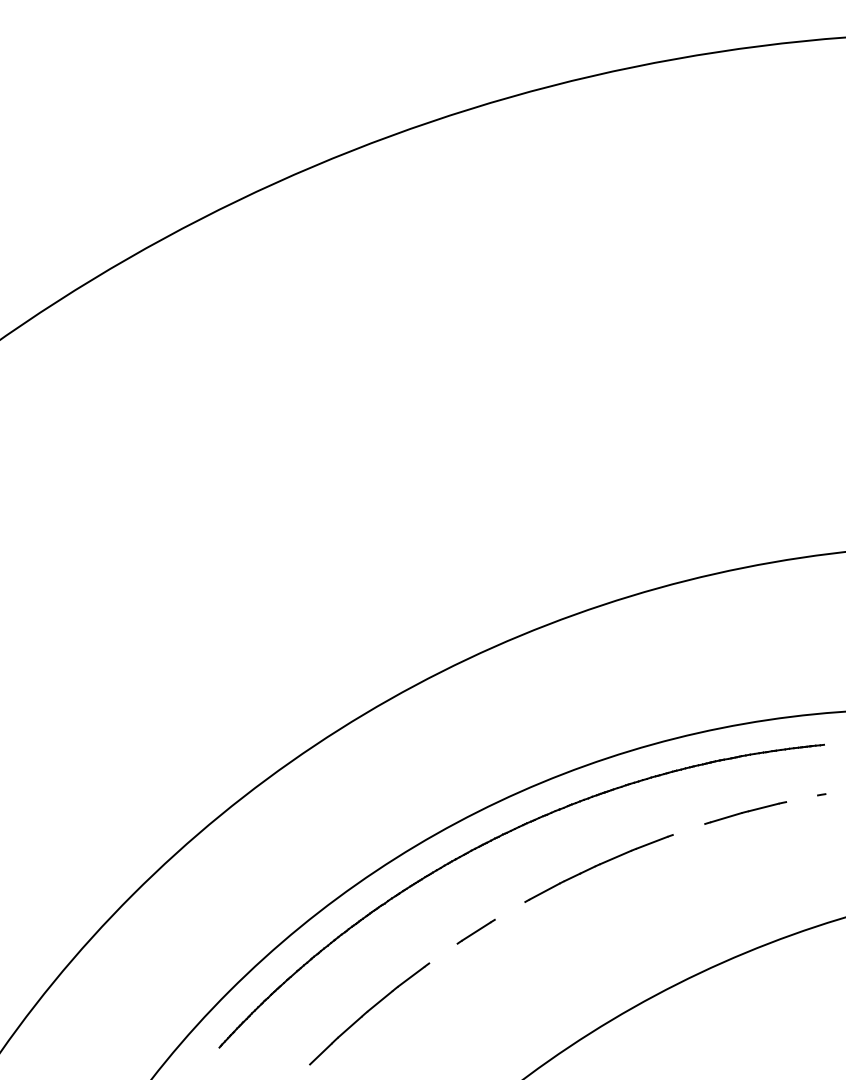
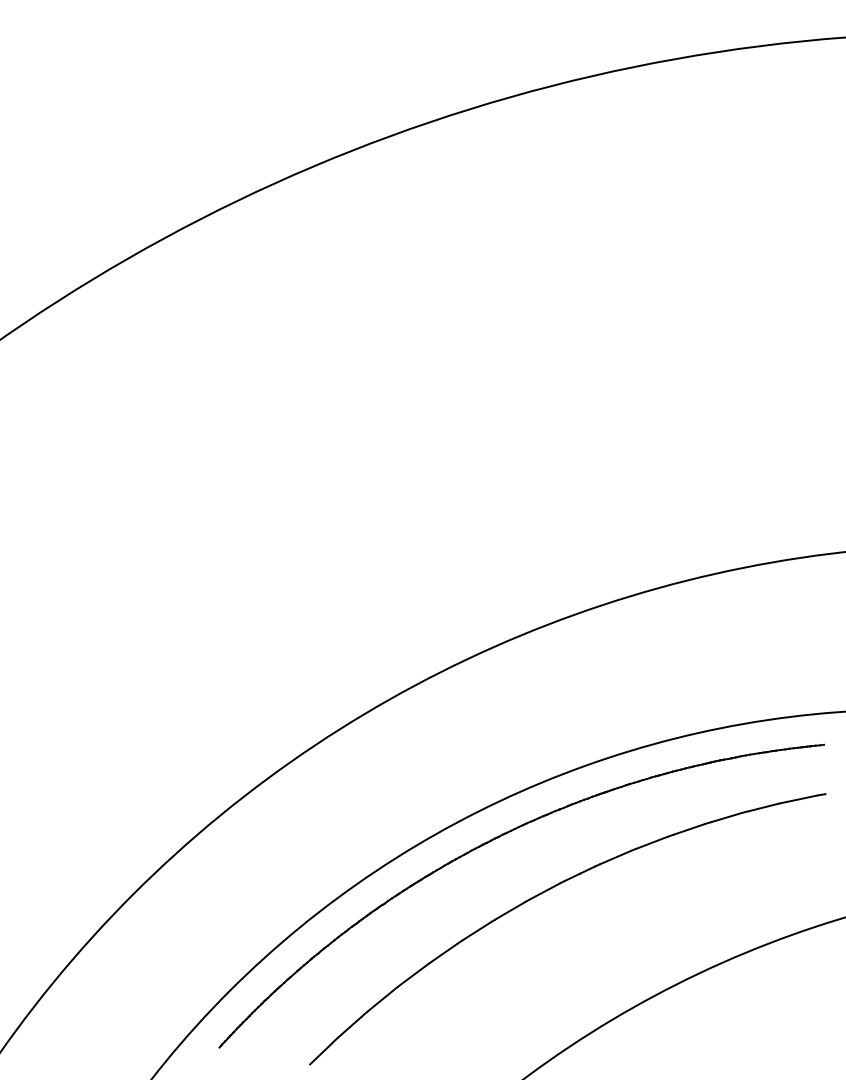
line at (802, 798): none -> present
line at (688, 829): none -> present
line at (509, 910): none -> present
line at (442, 953): none -> present
